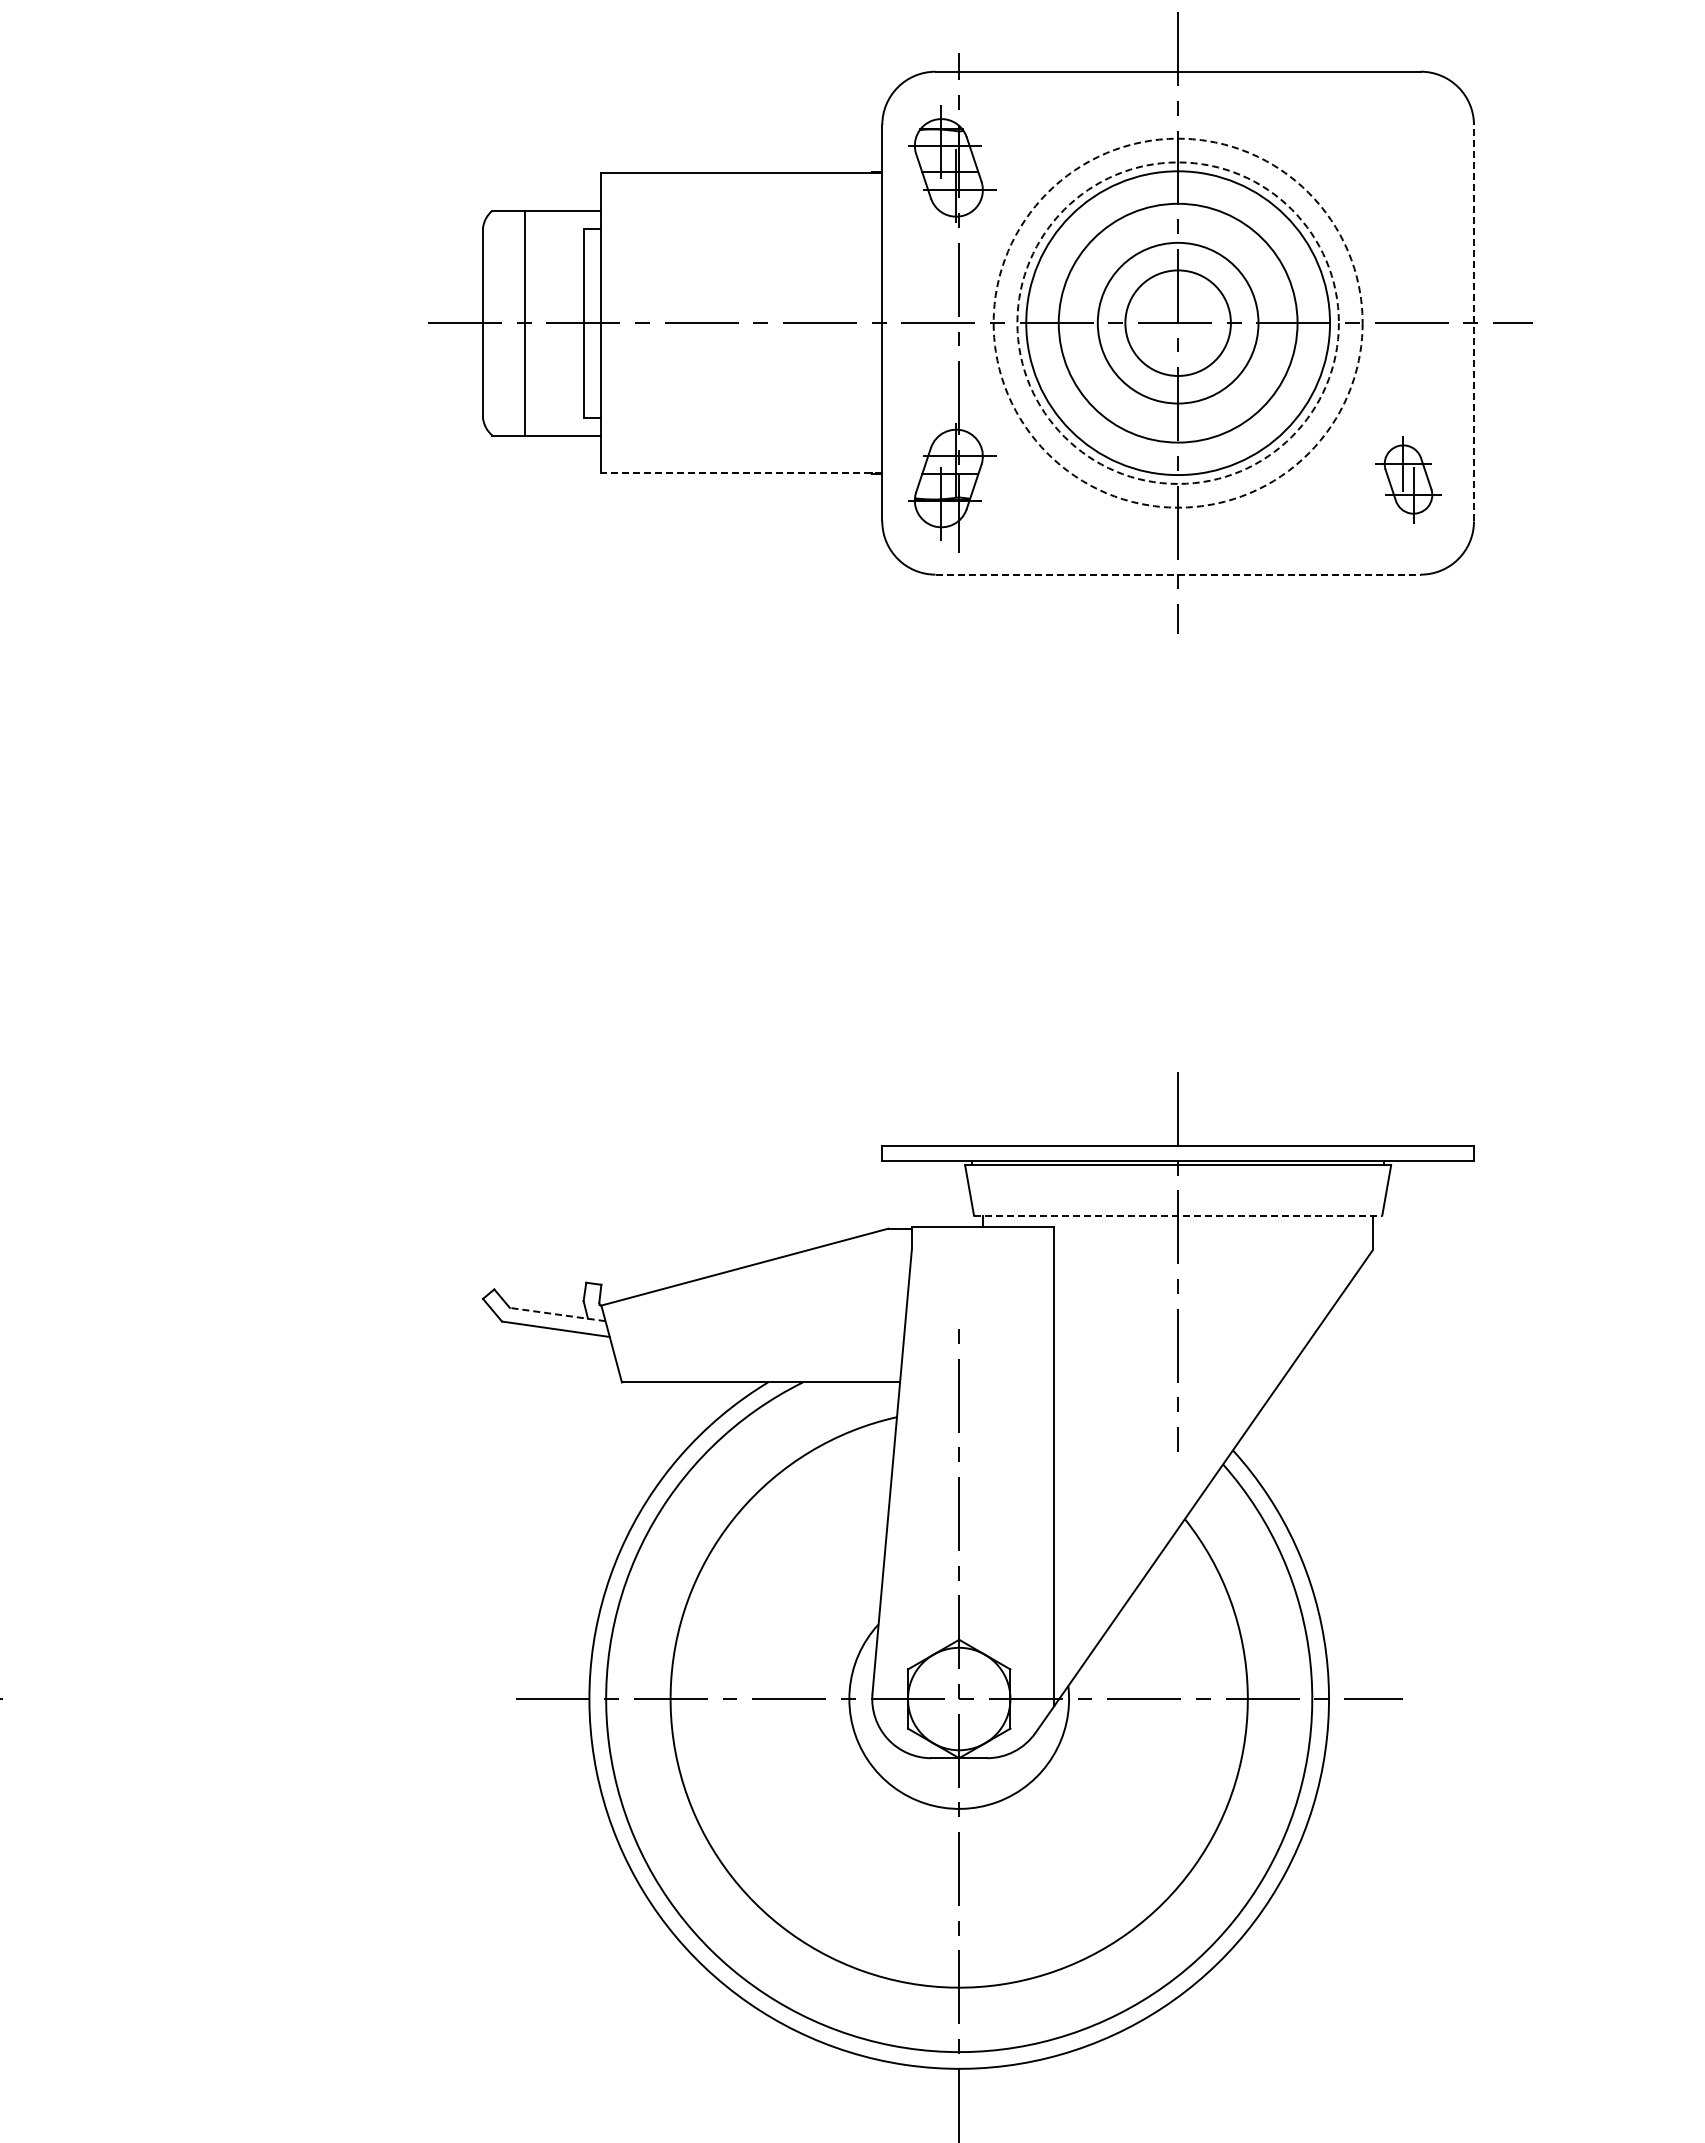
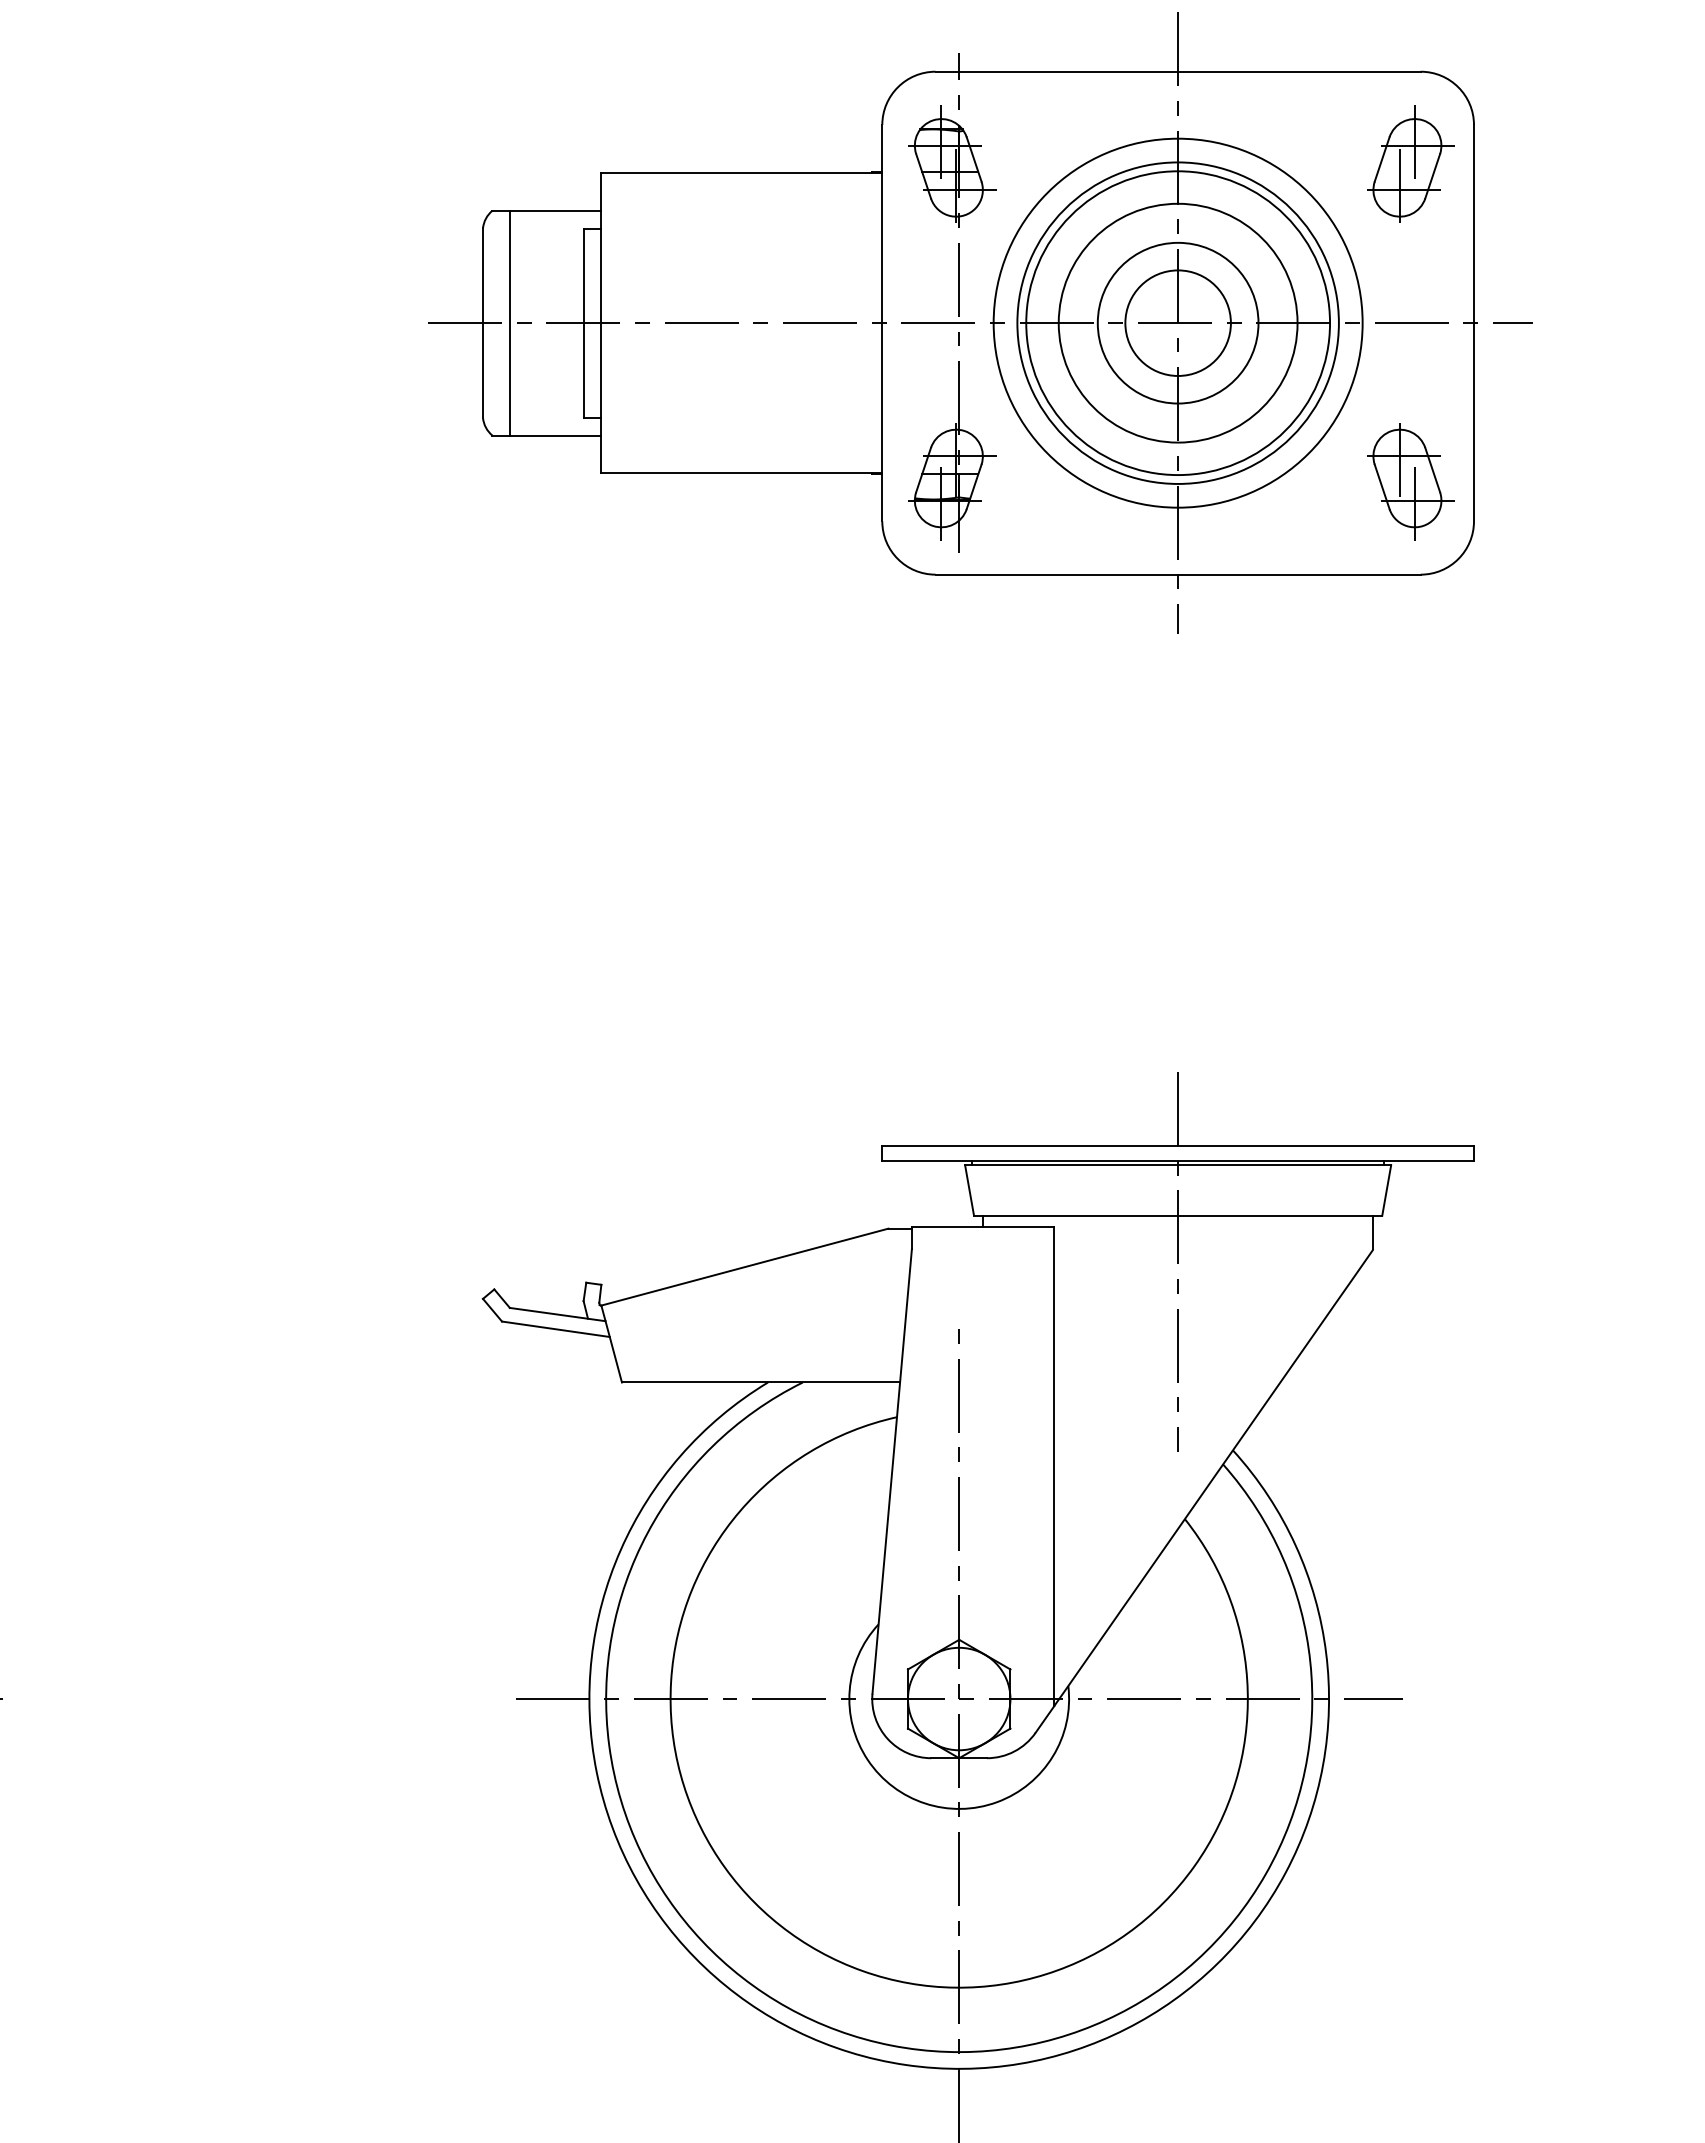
part at (1410, 163): none -> present
line at (524, 322) position: (524, 322) -> (509, 322)
circle at (1177, 322): dashed -> solid
circle at (1177, 322): dashed -> solid
line at (1473, 322): dashed -> solid
line at (741, 473): dashed -> solid
part at (1408, 479) size: 67x88 px -> 88x118 px
line at (1178, 574): dashed -> solid
line at (1178, 1215): dashed -> solid
line at (557, 1314): dashed -> solid
